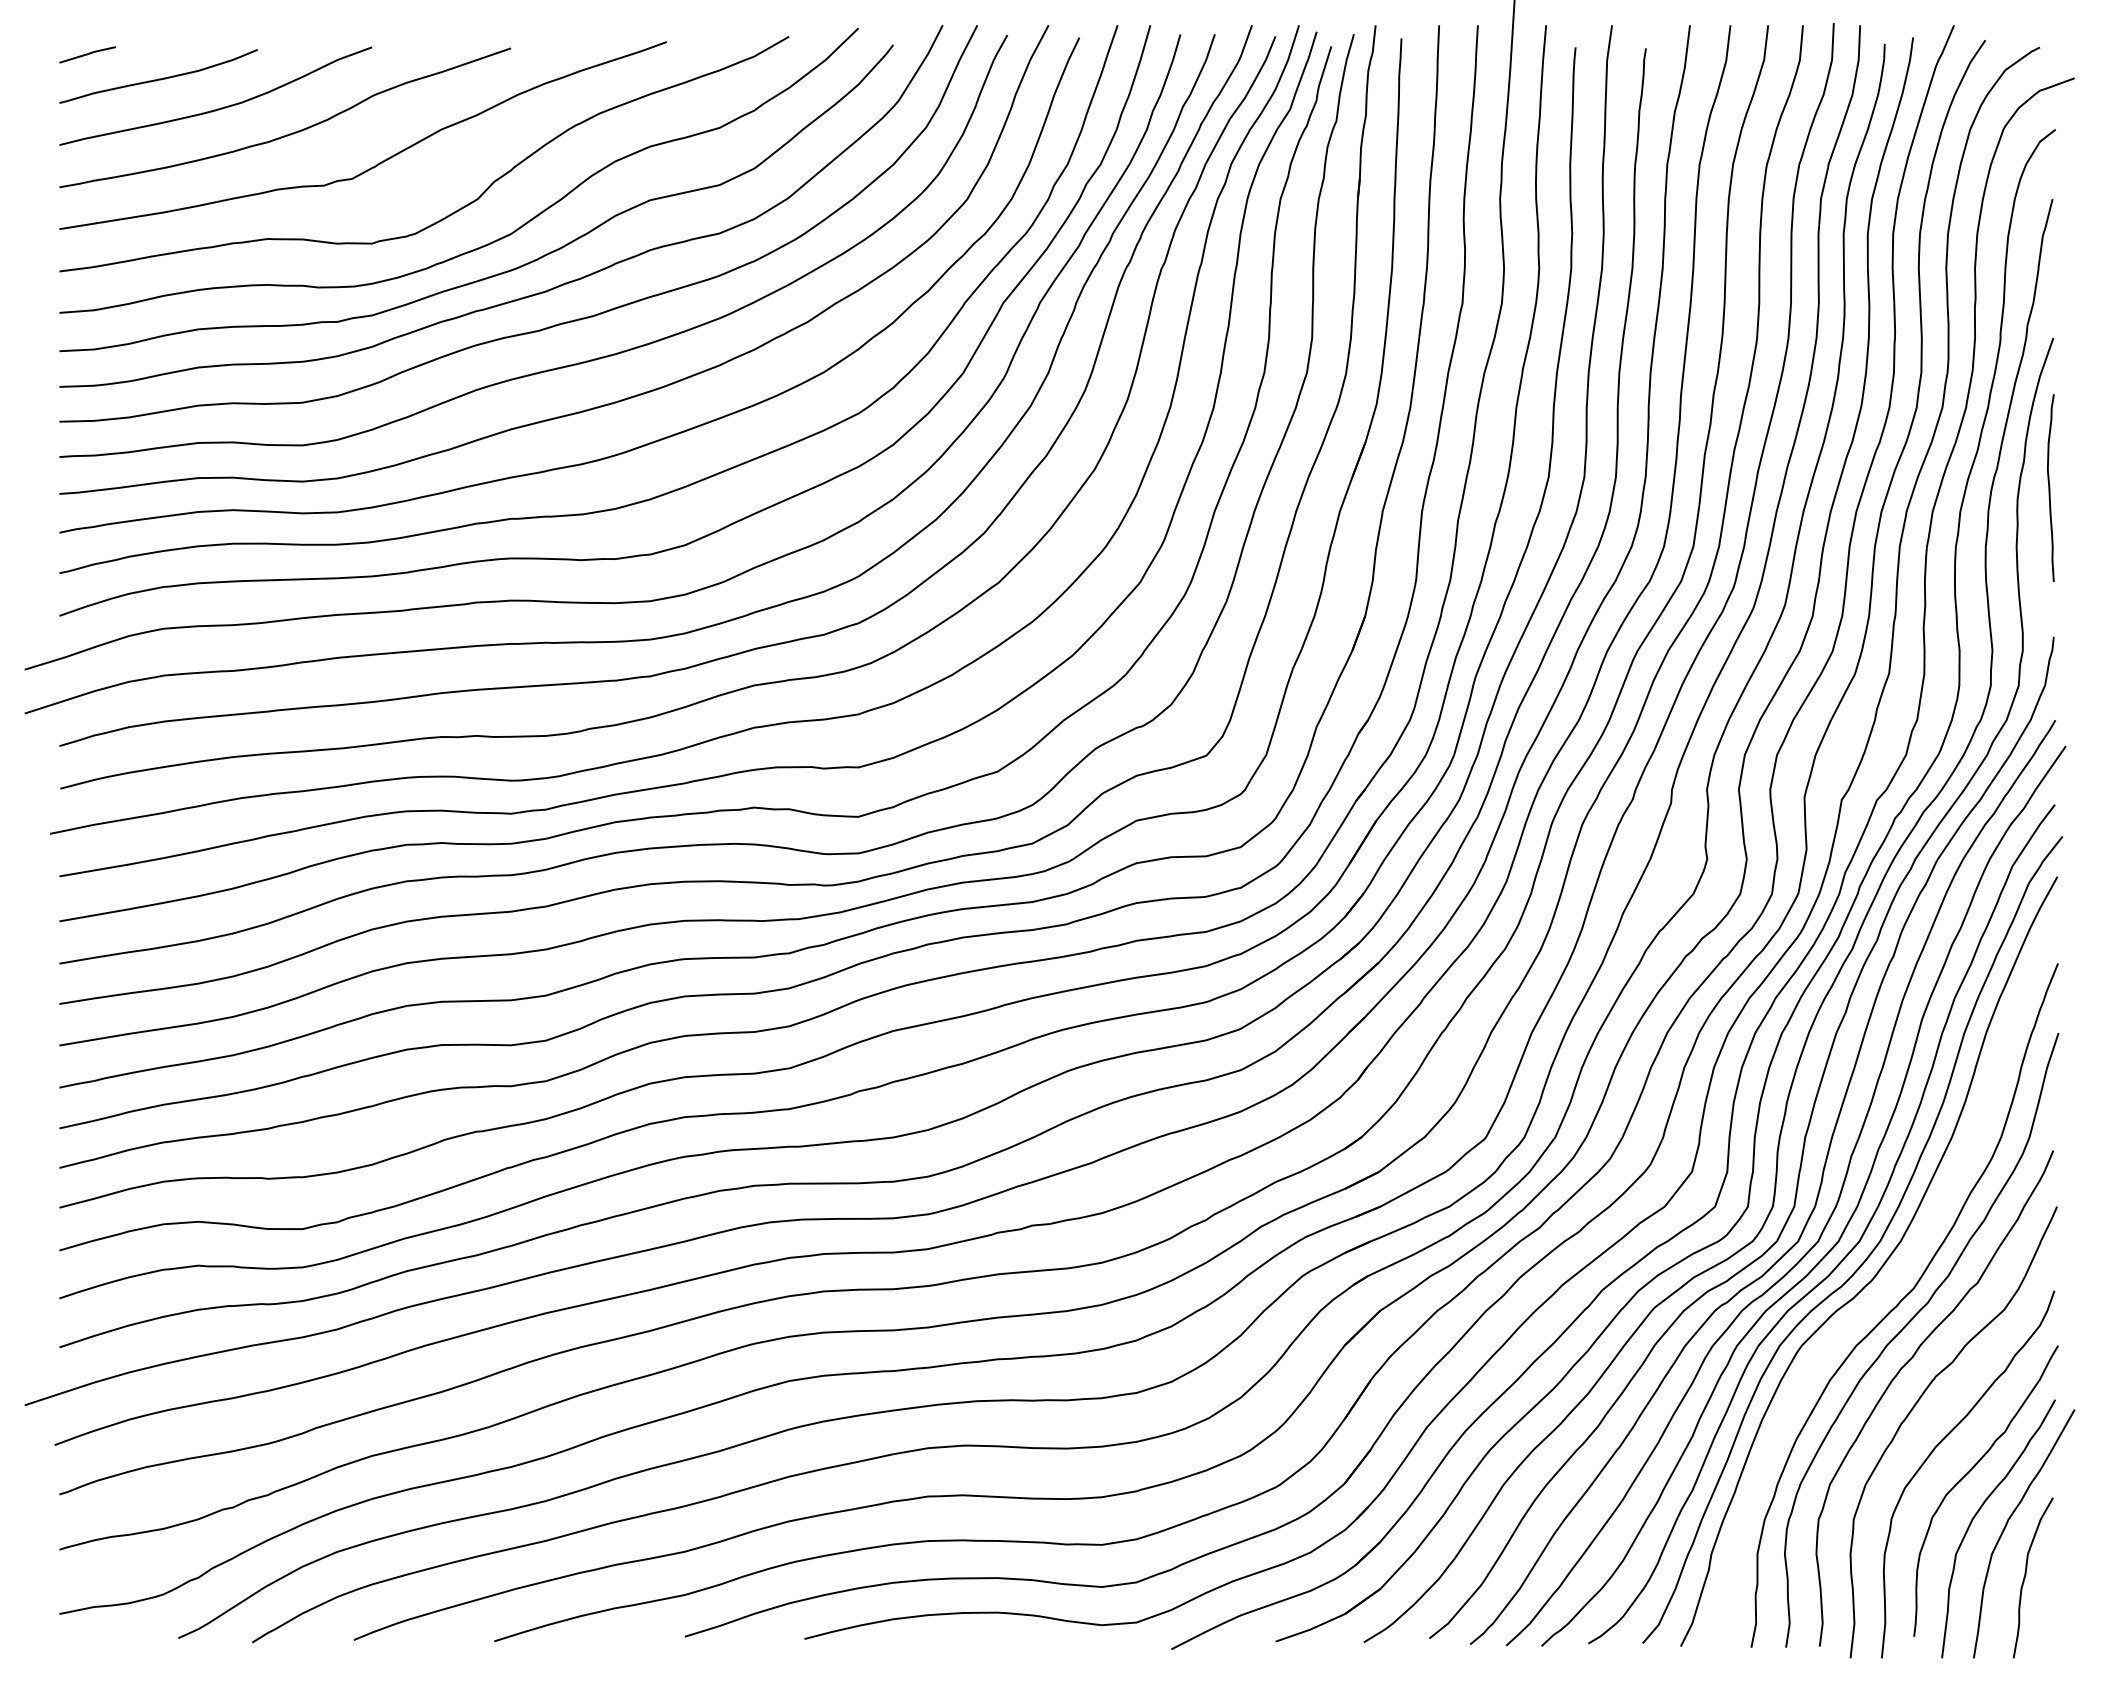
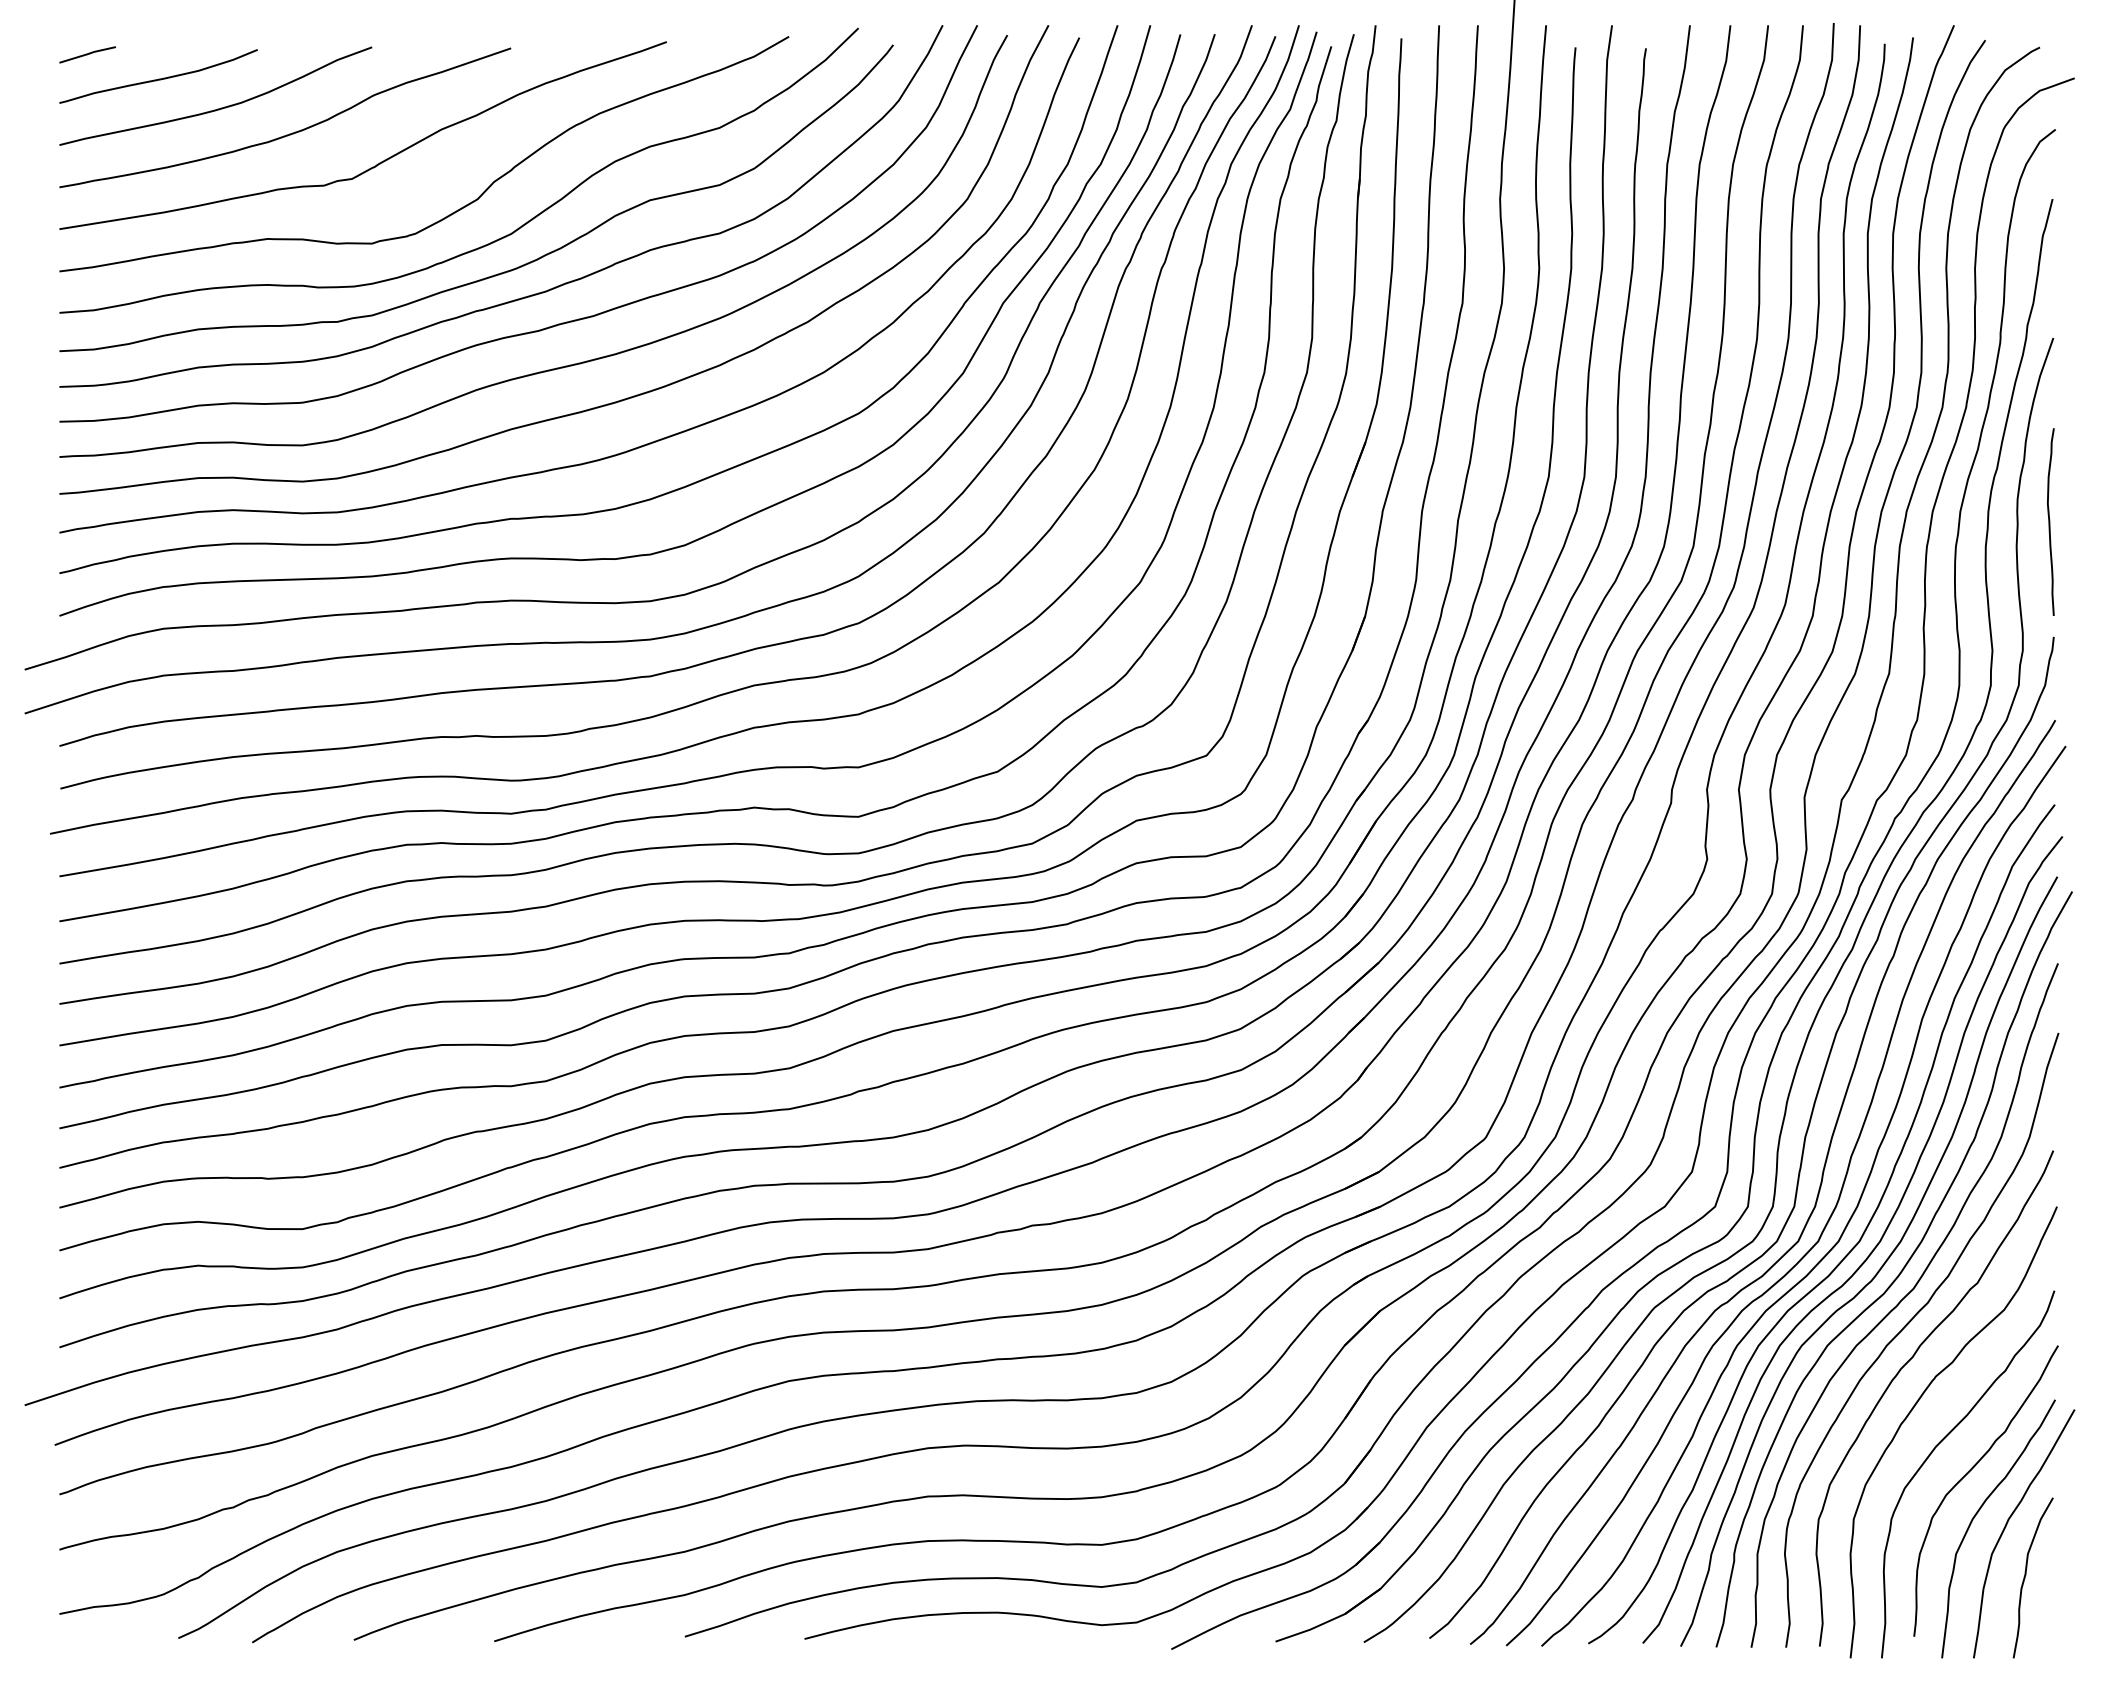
curve at (2050, 487) position: (2050, 487) -> (2050, 521)
curve at (1899, 1272): none -> present
